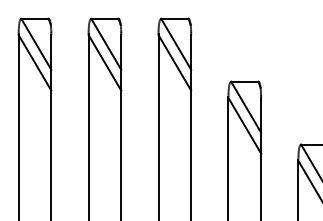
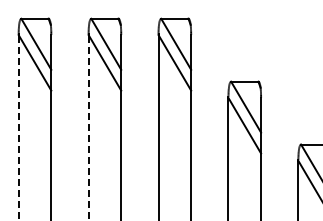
line at (18, 127): solid -> dashed
line at (88, 127): solid -> dashed
